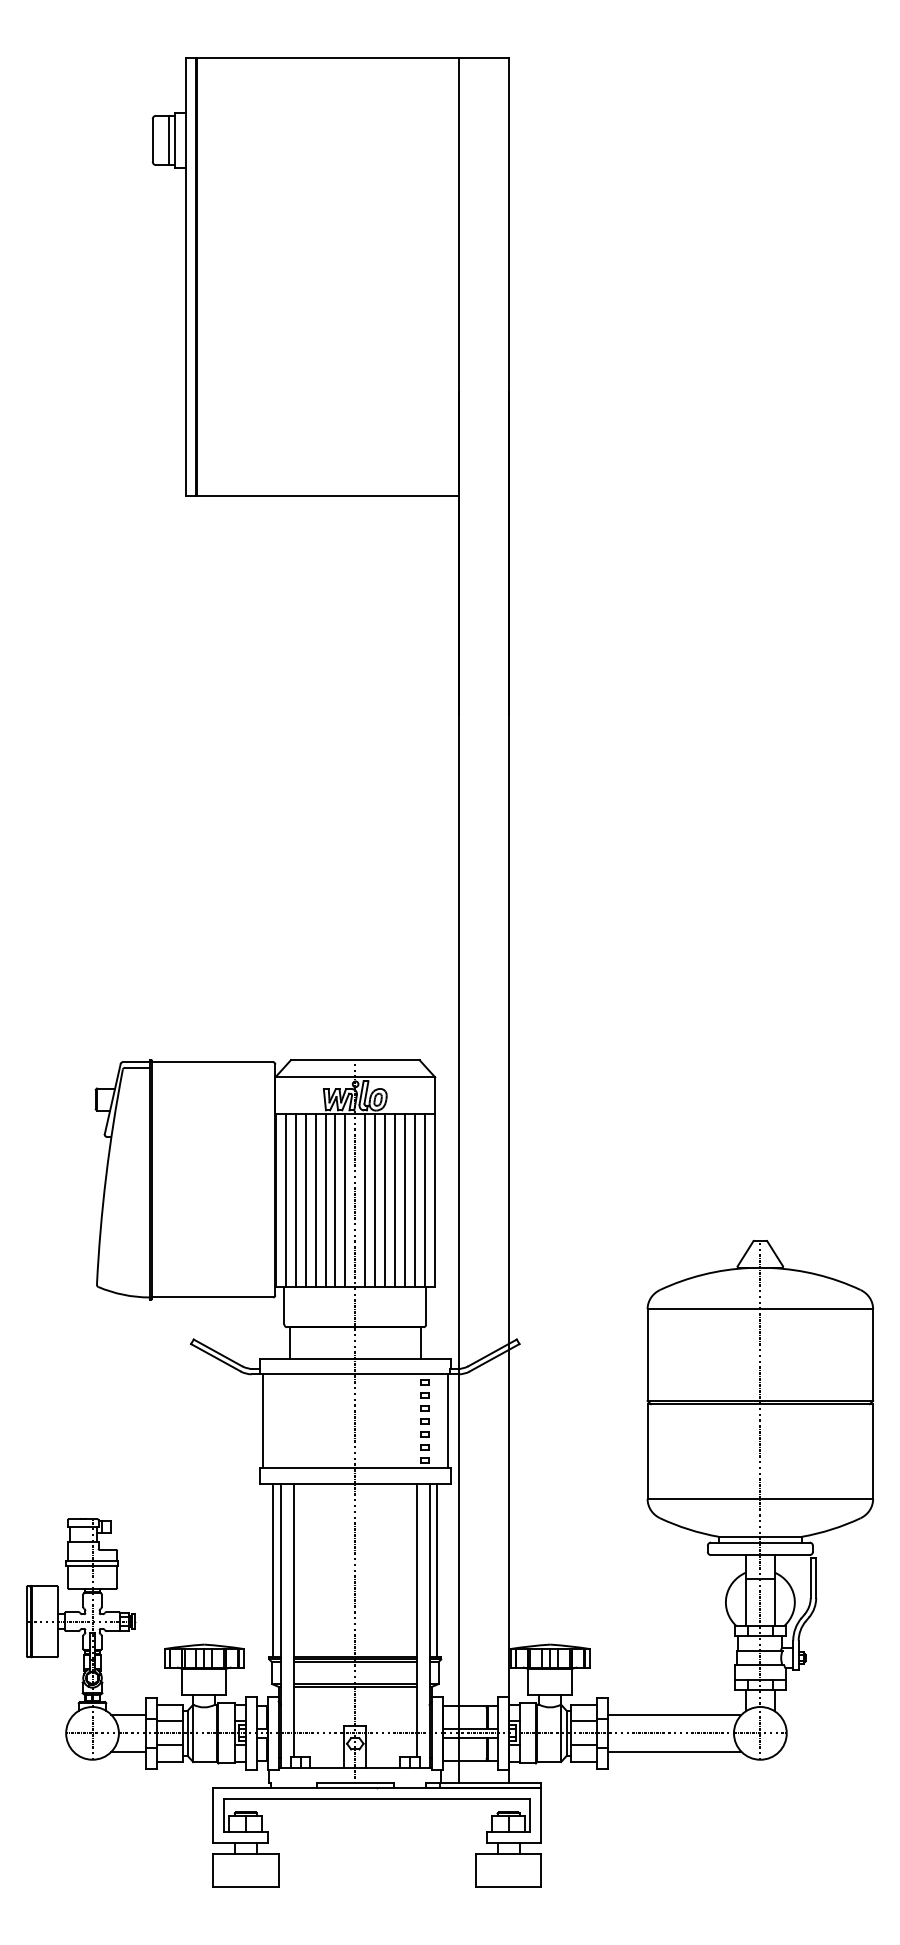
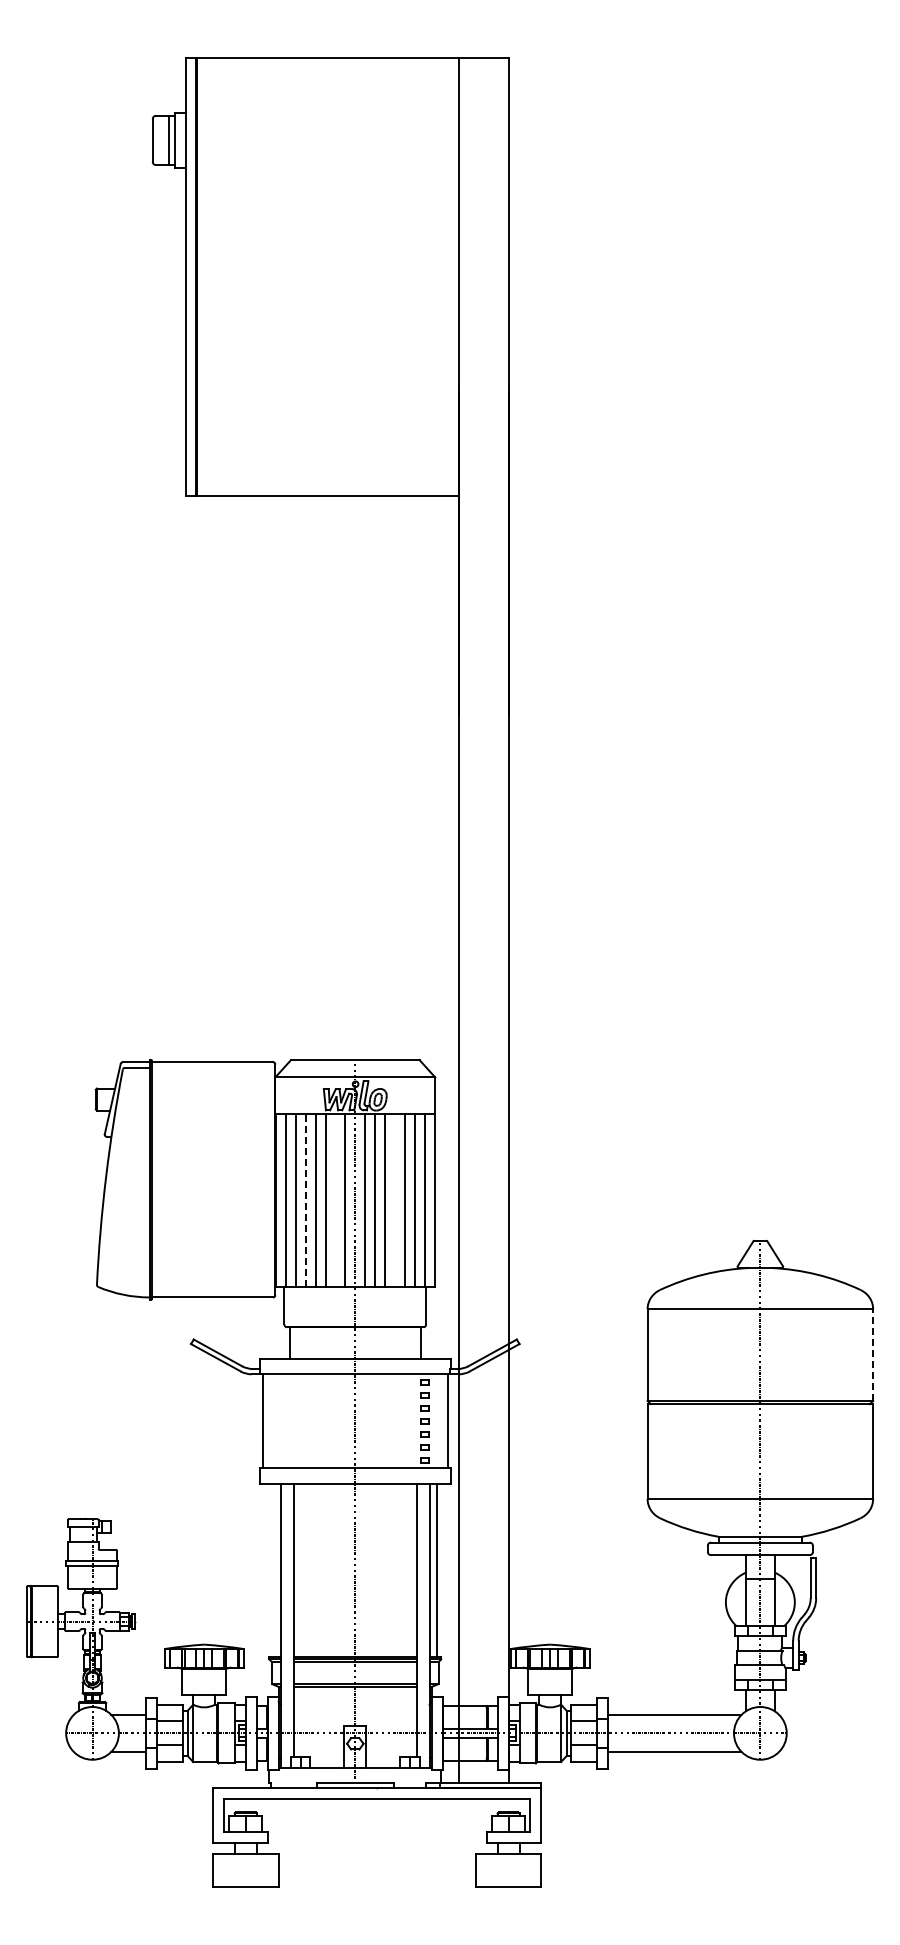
line at (305, 1200): solid -> dashed
line at (335, 1200): present -> none
line at (395, 1200): present -> none
line at (873, 1355): solid -> dashed
line at (273, 1570): present -> none
